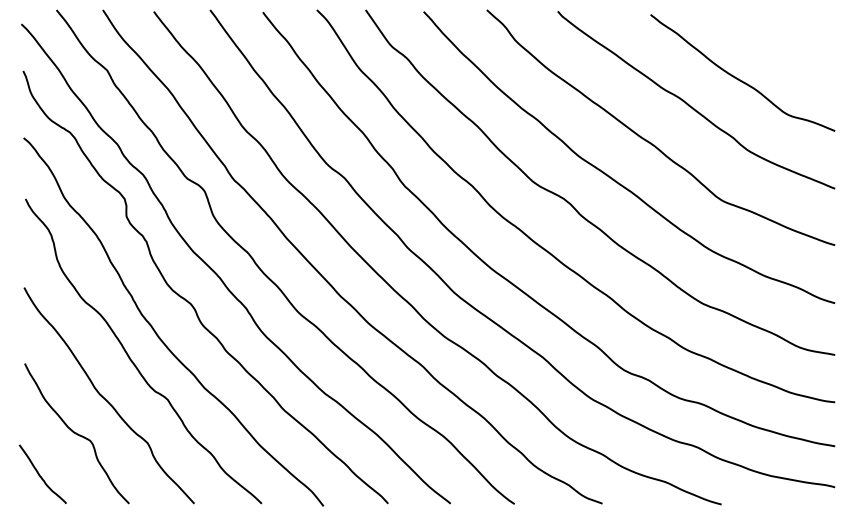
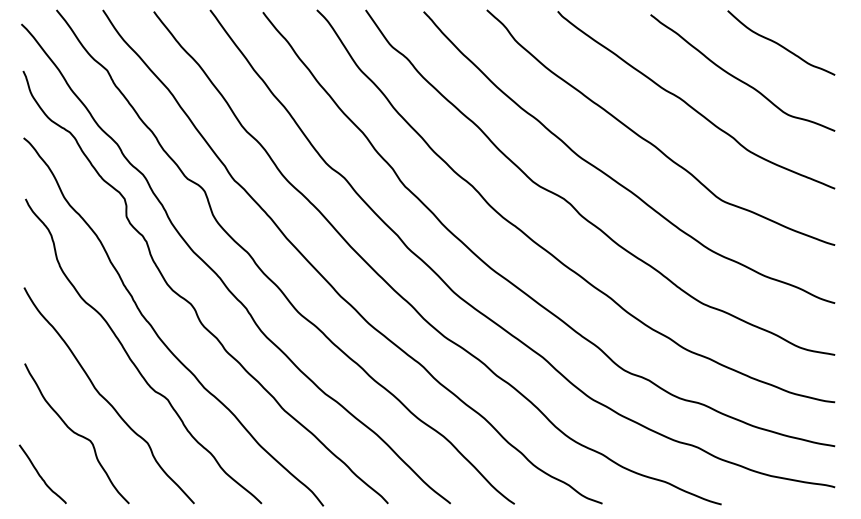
curve at (779, 43): none -> present
